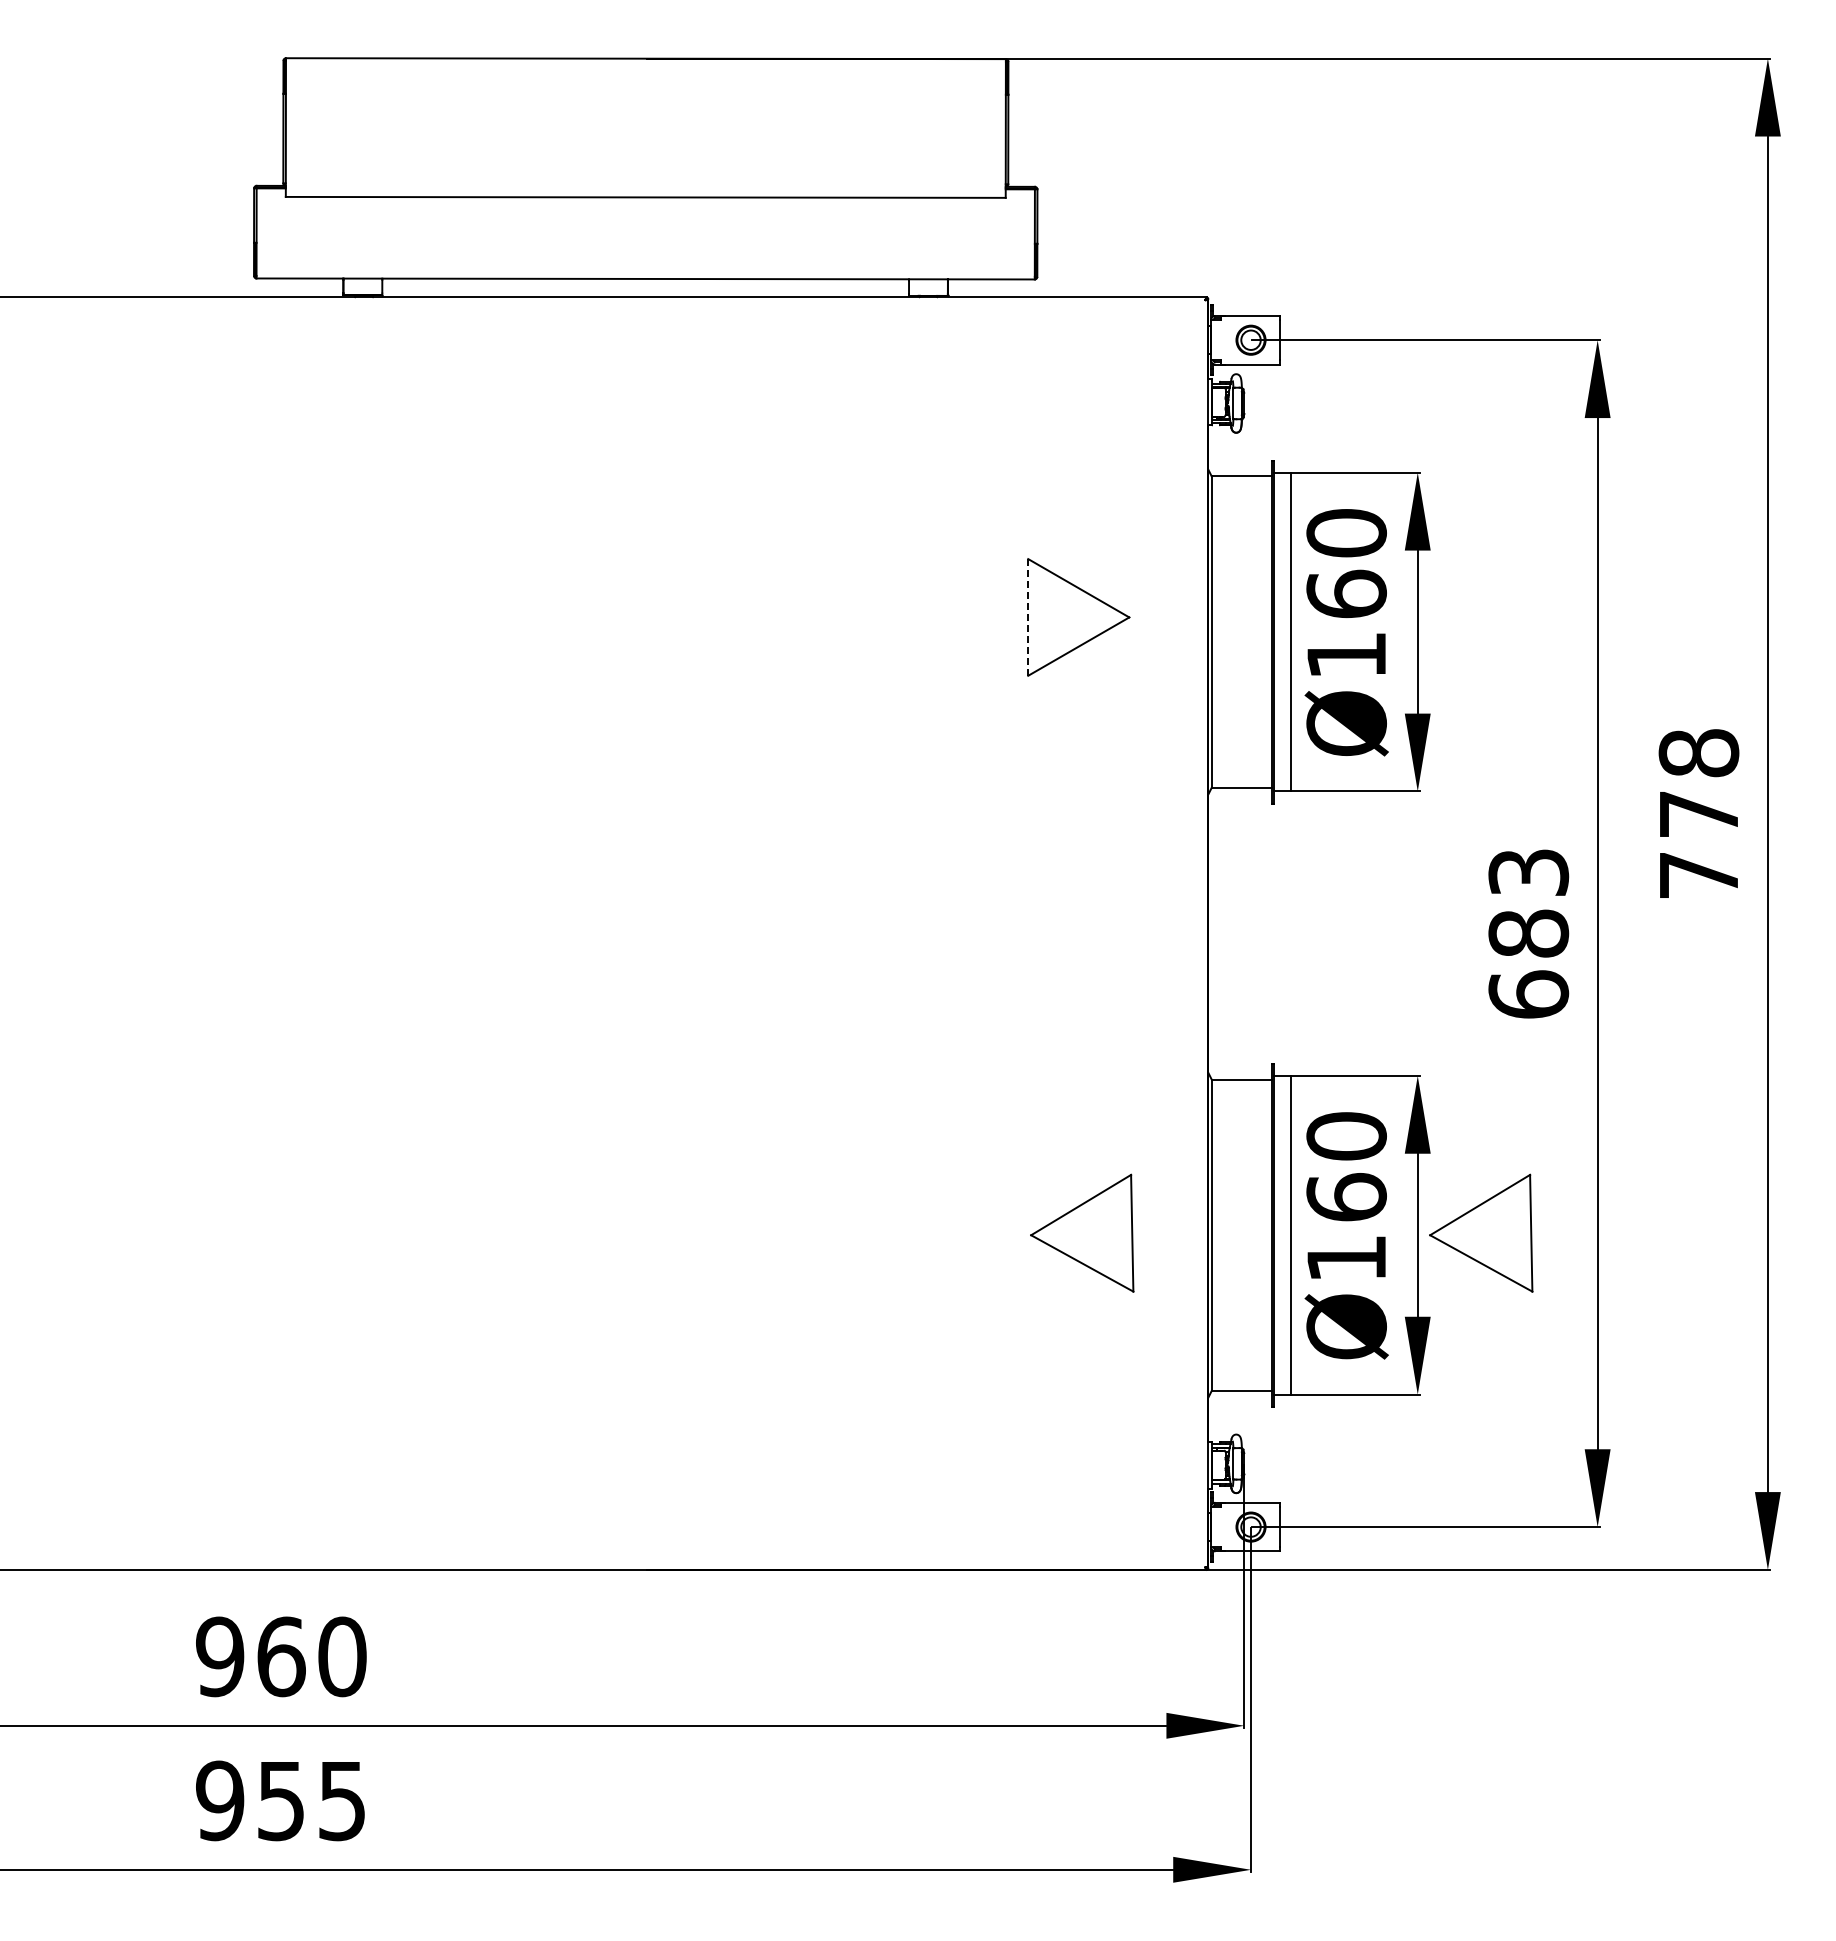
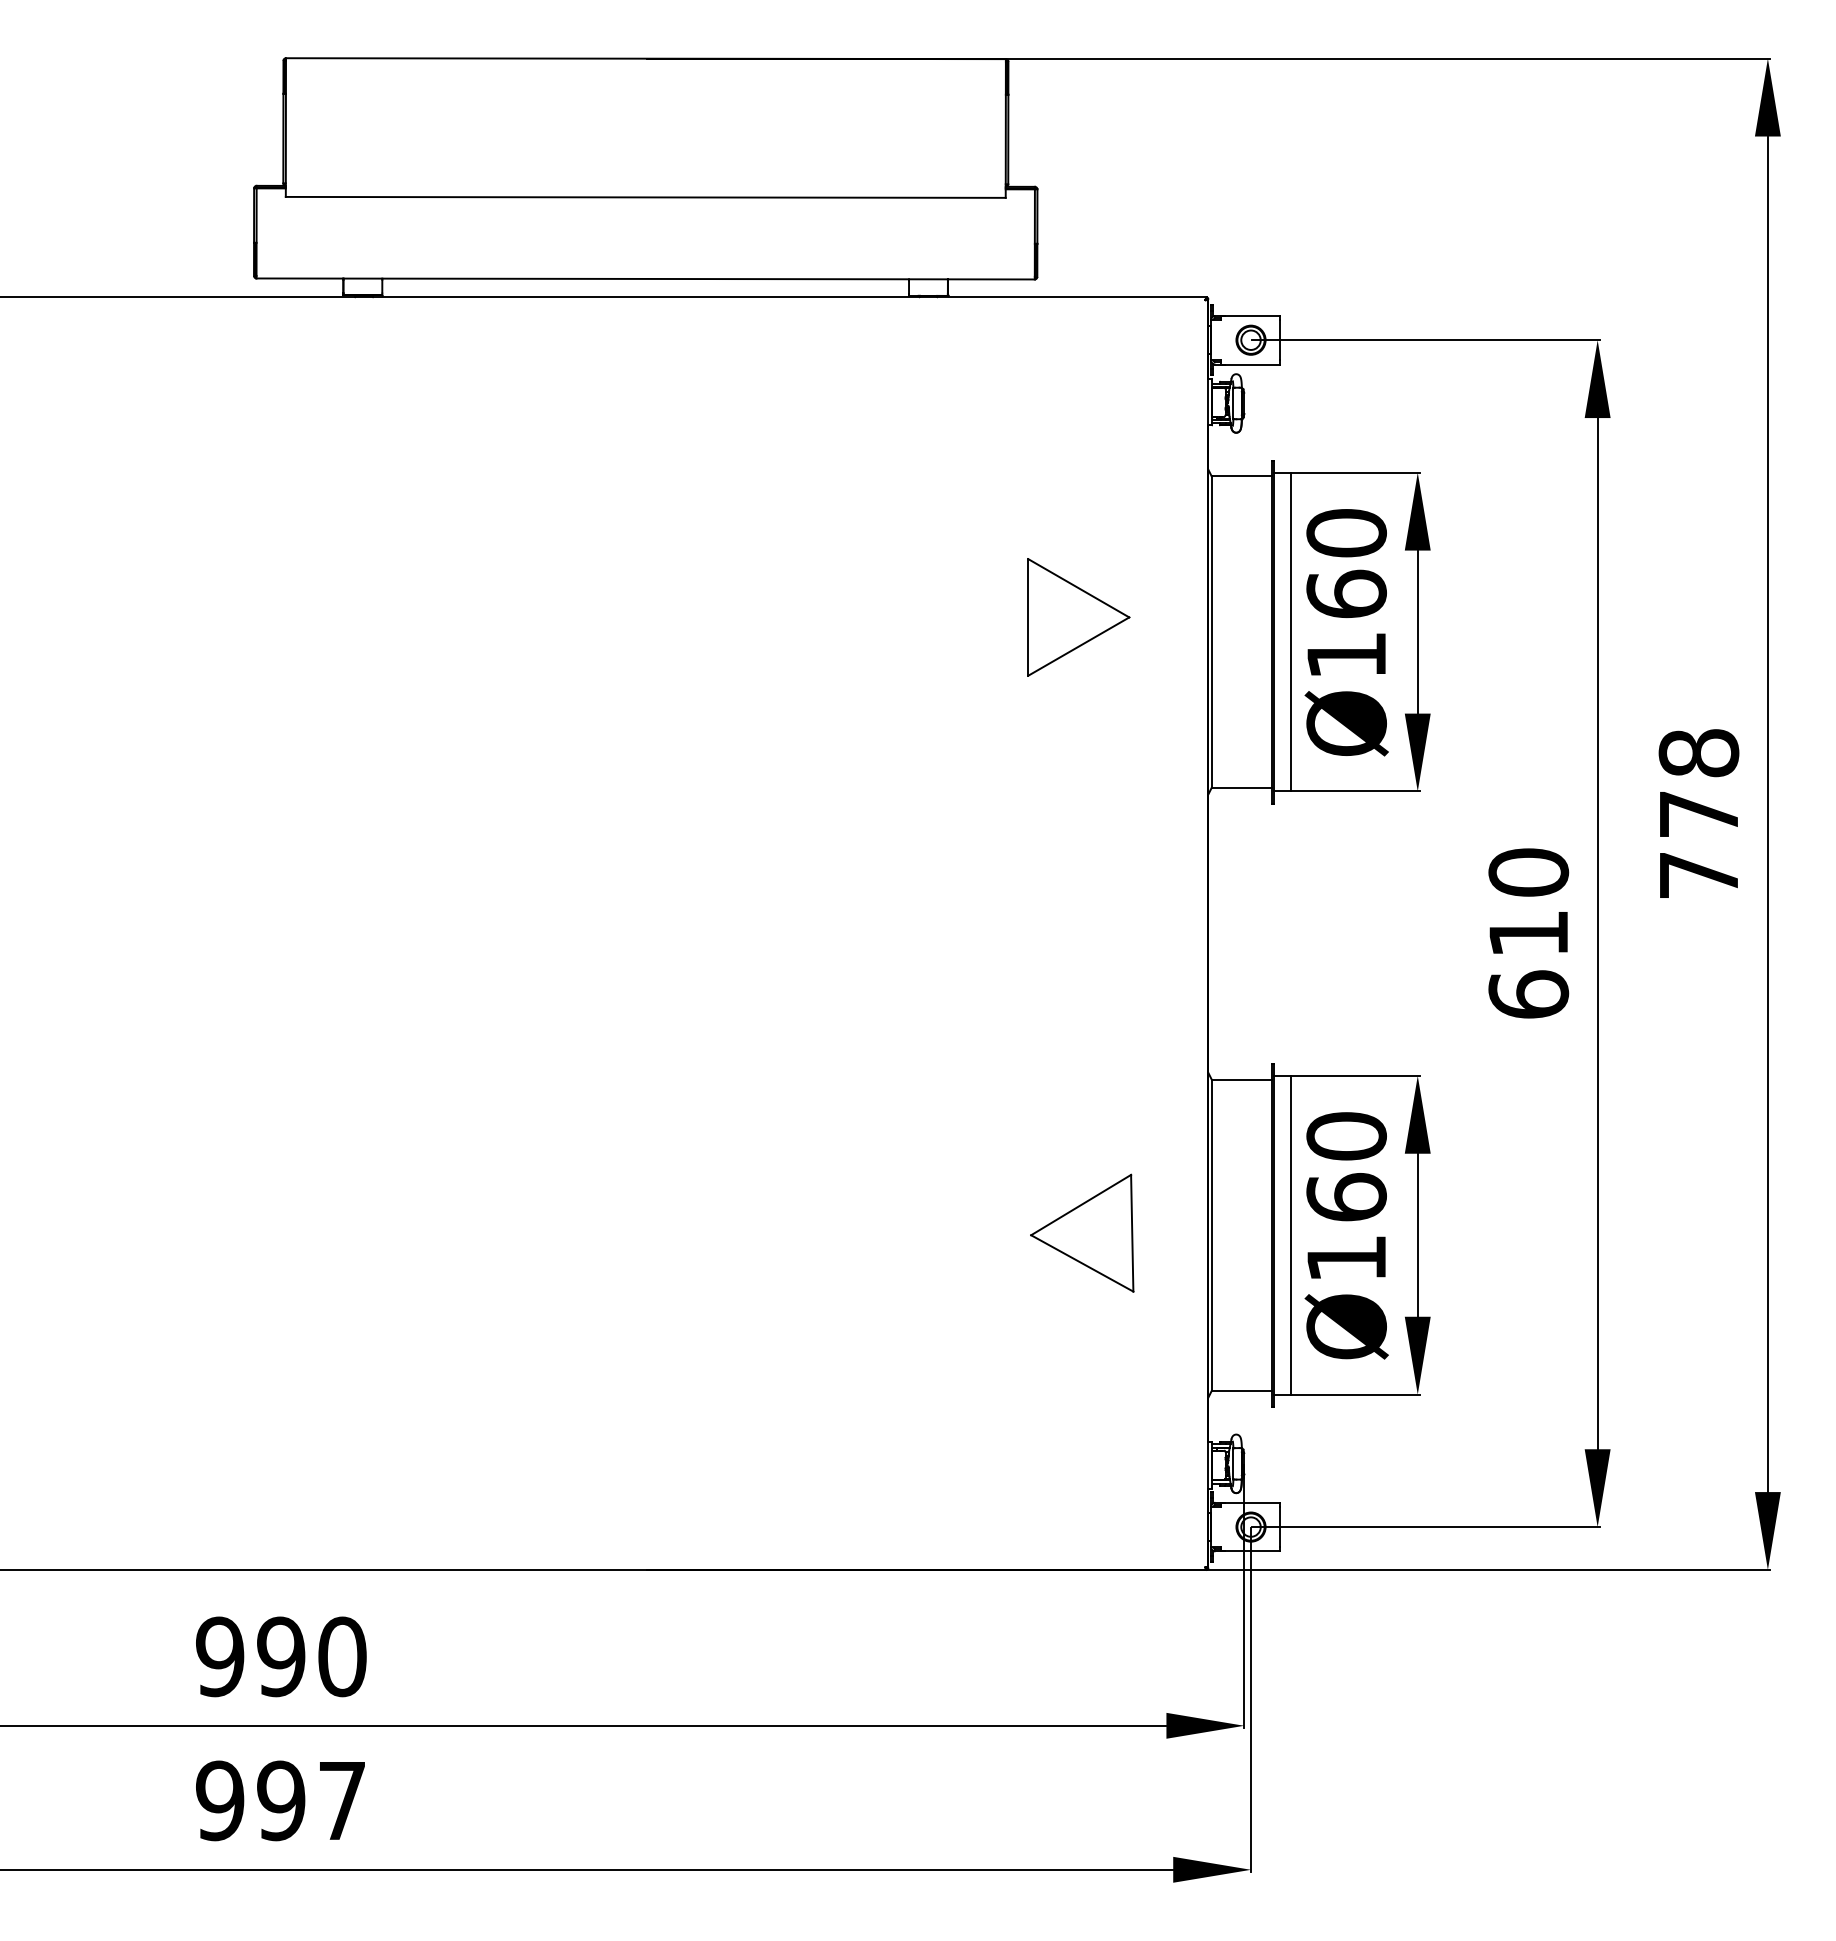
line at (1028, 617): dashed -> solid
text at (1528, 902): 683 -> 610
part at (1481, 1232): present -> none
text at (281, 1656): 960 -> 990
text at (310, 1800): 955 -> 997
